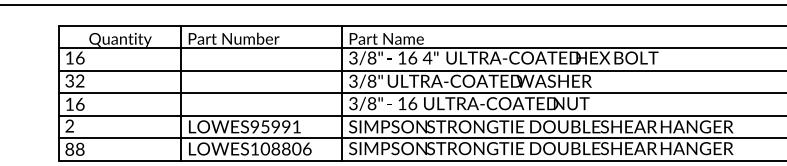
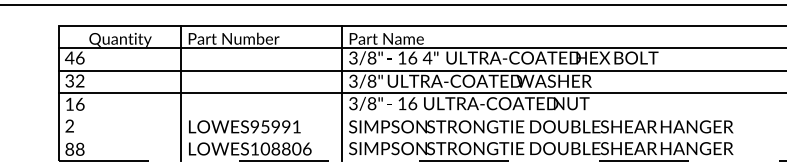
text at (69, 57): 16 -> 46
line at (420, 115): present -> none
line at (420, 138): present -> none
line at (422, 160): solid -> dashed
